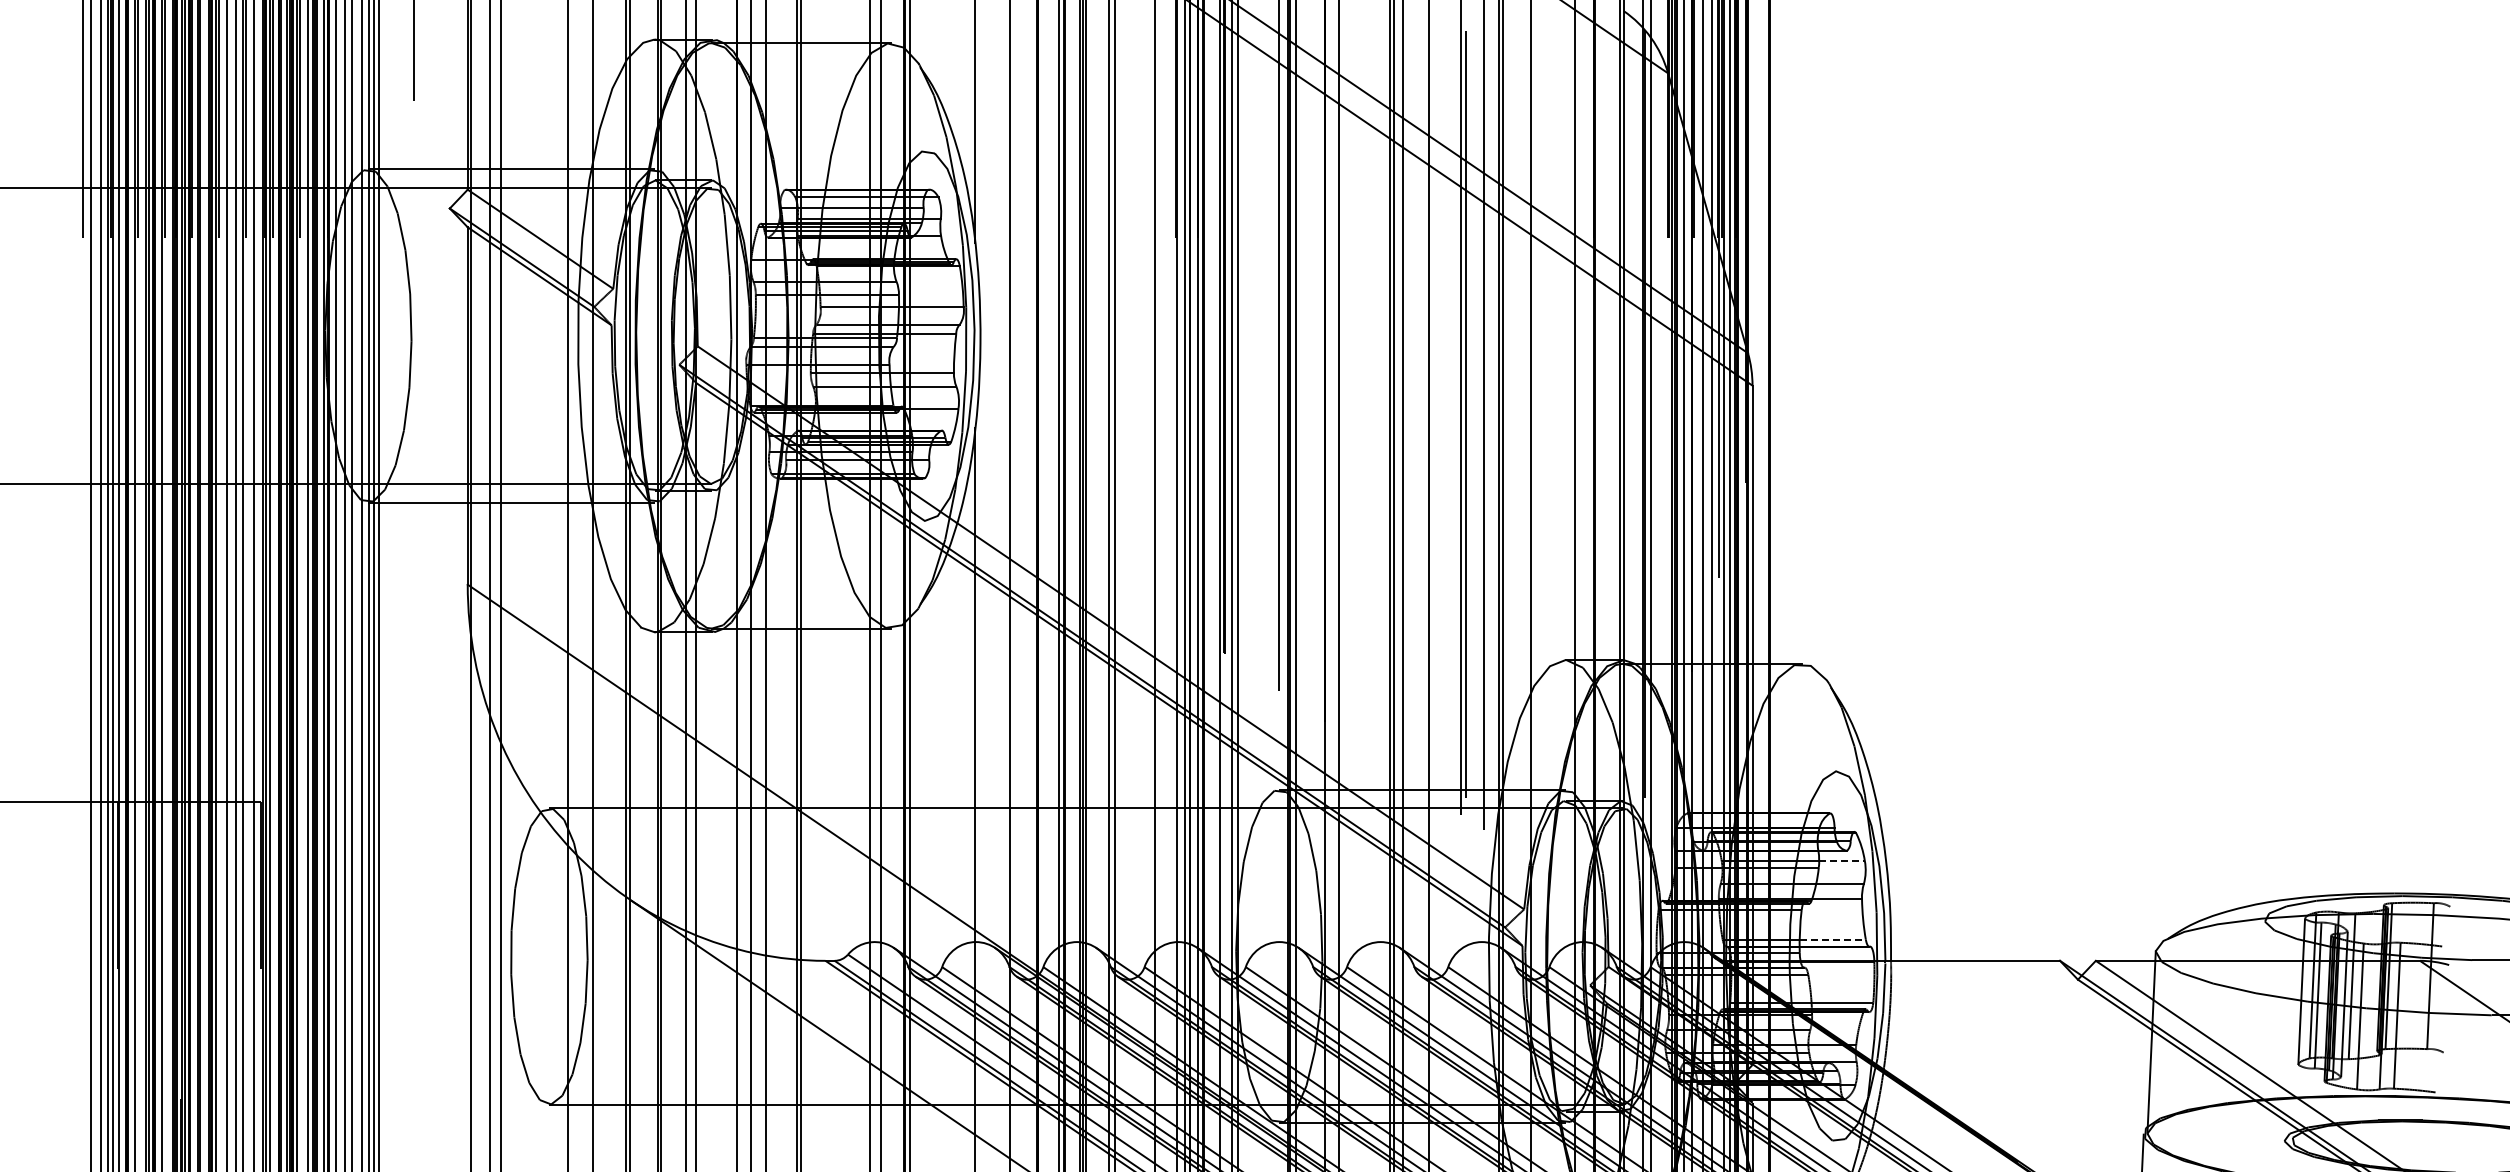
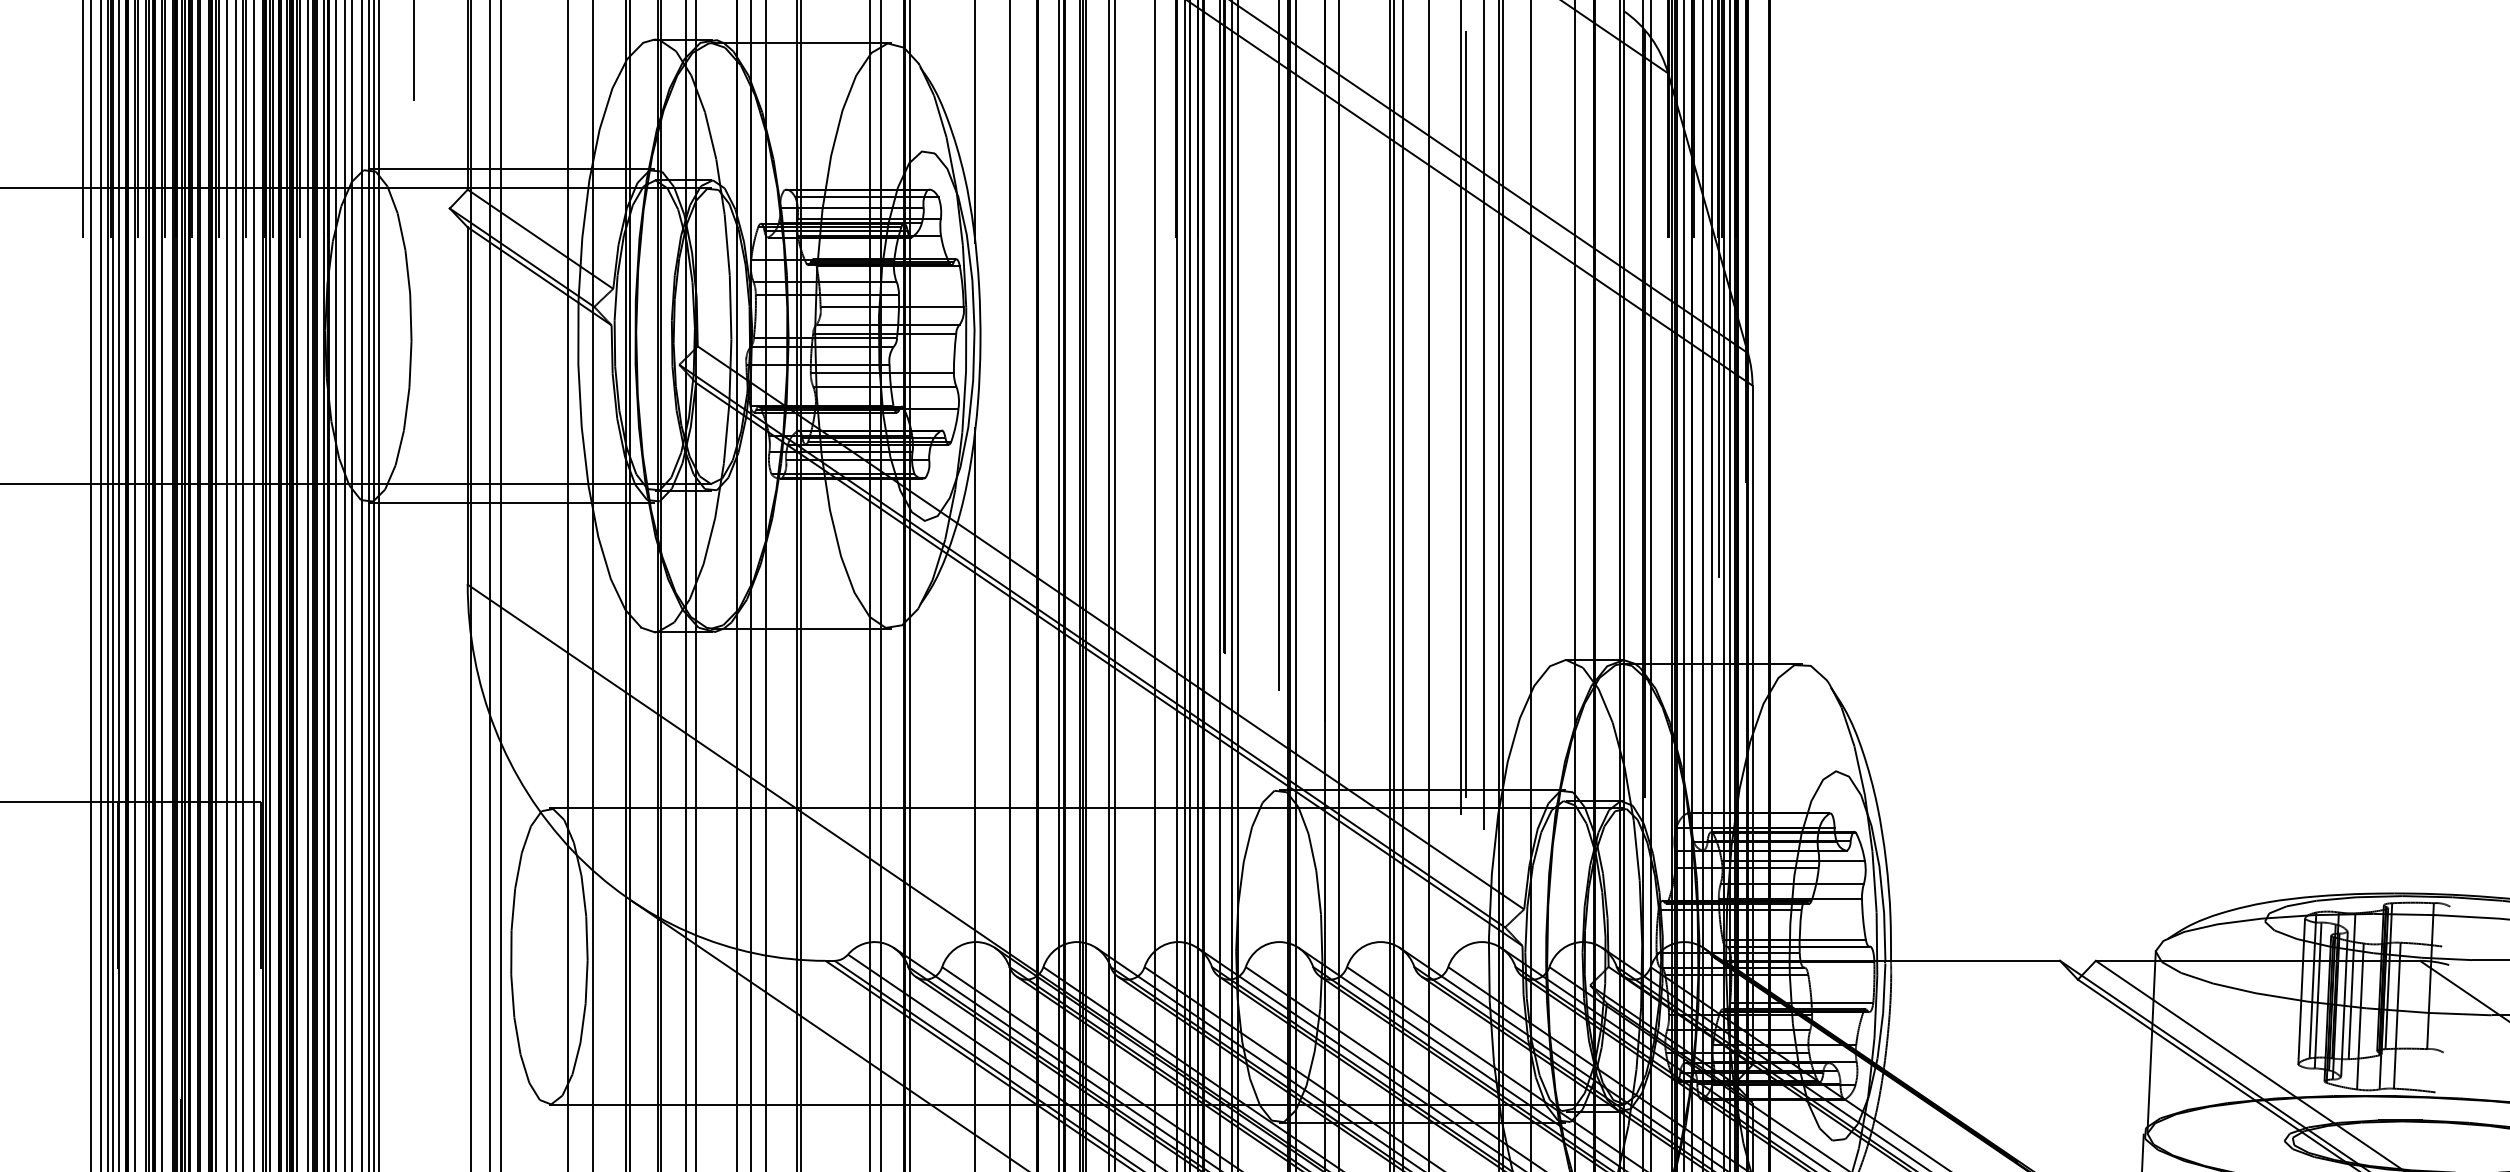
line at (1842, 861): dashed -> solid
line at (1833, 939): dashed -> solid
